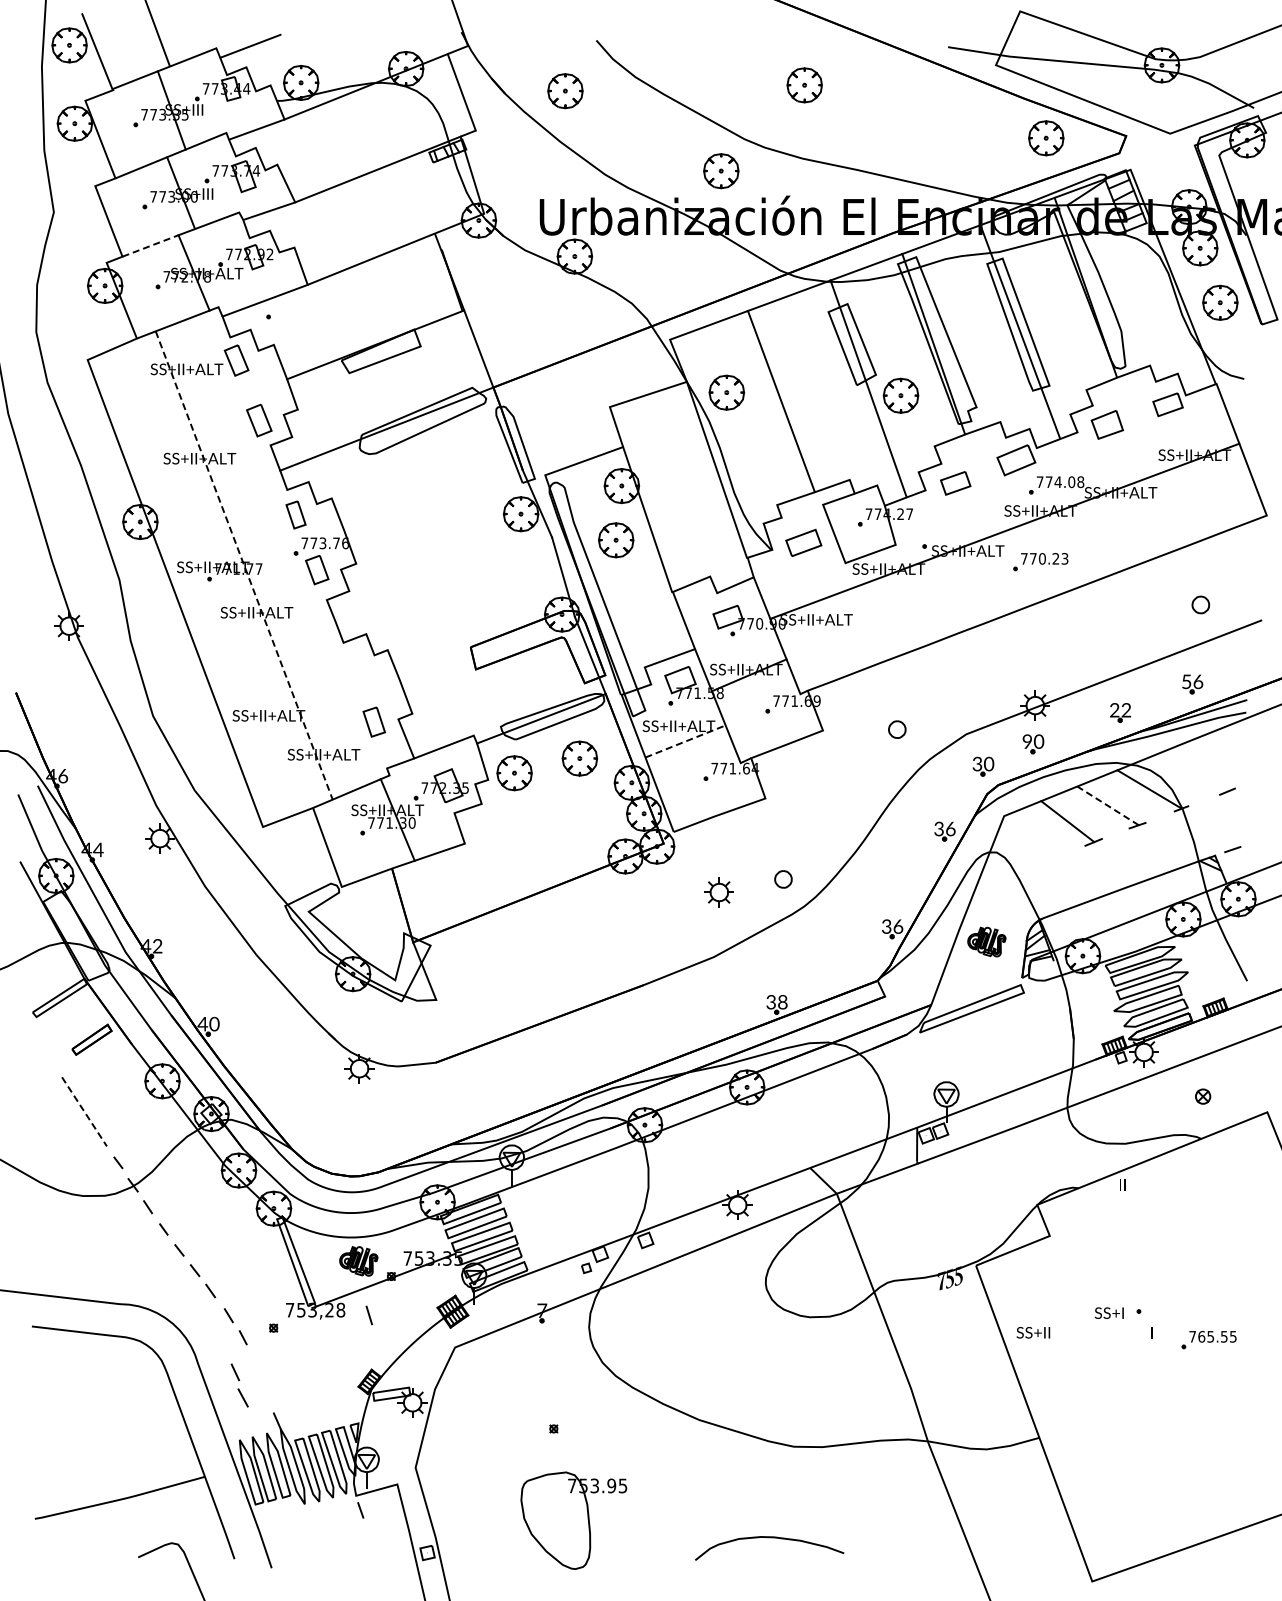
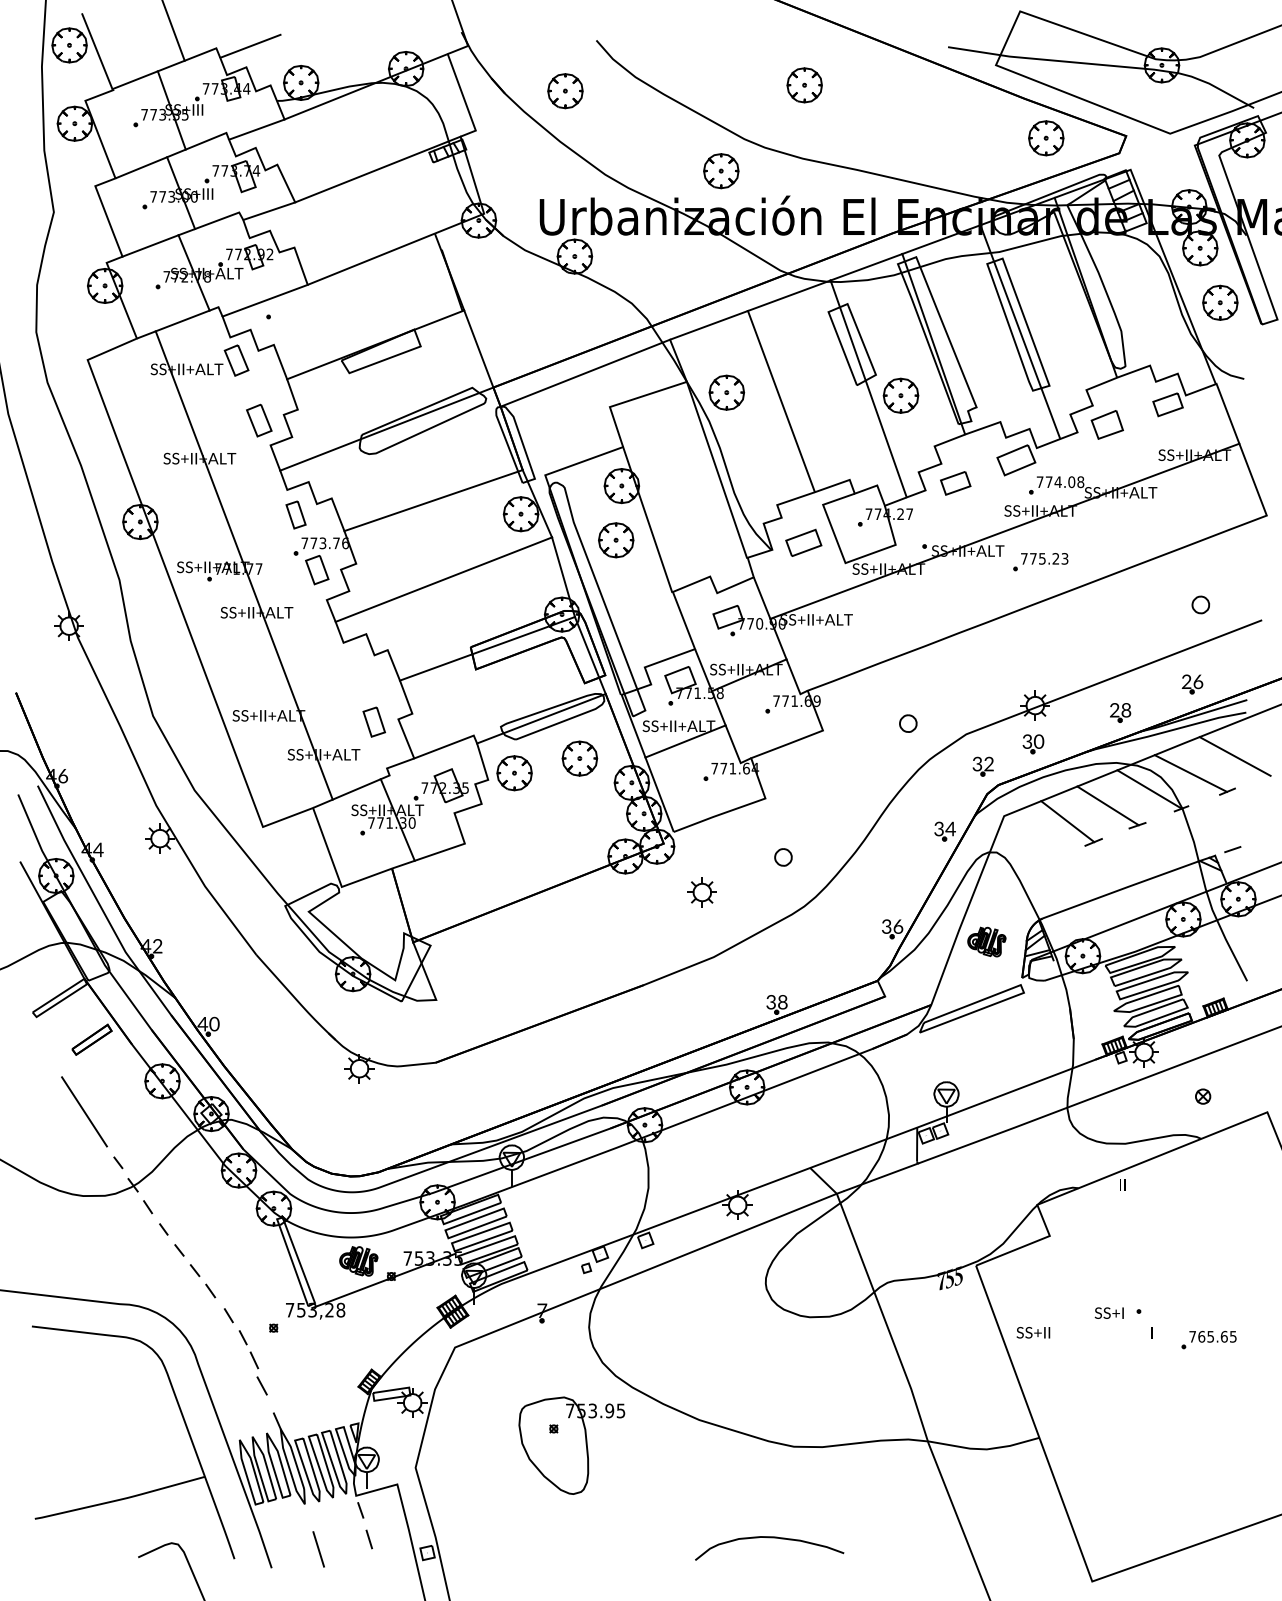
line at (157, 33) position: (157, 33) -> (173, 31)
line at (150, 245): dashed -> solid
line at (585, 372): none -> present
line at (433, 500): none -> present
text at (1042, 558): 770.23 -> 775.23
line at (244, 565): dashed -> solid
line at (443, 579): none -> present
line at (486, 648): none -> present
text at (1186, 681): 56 -> 26
text at (1126, 710): 22 -> 28
part at (897, 729) position: (897, 729) -> (908, 723)
line at (686, 741): dashed -> solid
text at (1027, 741): 90 -> 30
line at (1234, 756): none -> present
text at (989, 764): 30 -> 32
line at (1190, 773): none -> present
line at (1107, 805): dashed -> solid
text at (950, 829): 36 -> 34
part at (783, 879) position: (783, 879) -> (783, 857)
part at (718, 892) position: (718, 892) -> (701, 892)
line at (84, 1112): dashed -> solid
line at (368, 1315) position: (368, 1315) -> (368, 1539)
text at (1223, 1336): 765.55 -> 765.65
part at (239, 1385) position: (239, 1385) -> (258, 1373)
part at (573, 1520) position: (573, 1520) -> (571, 1445)
line at (318, 1549): none -> present
